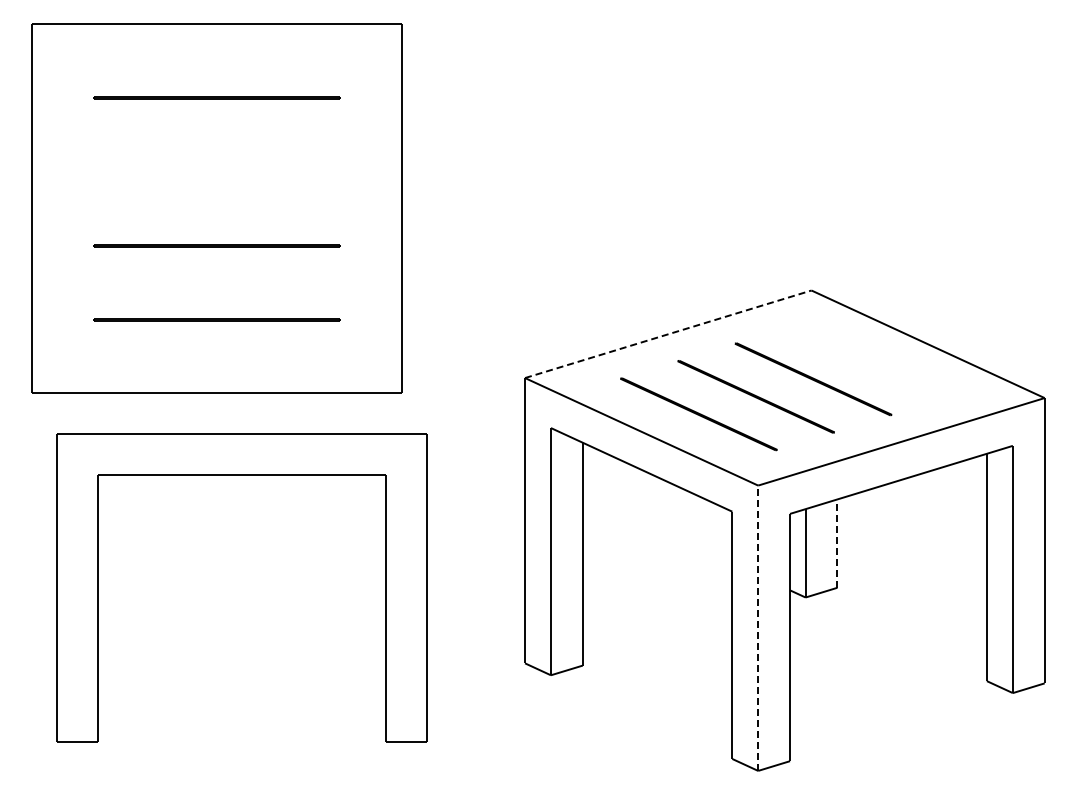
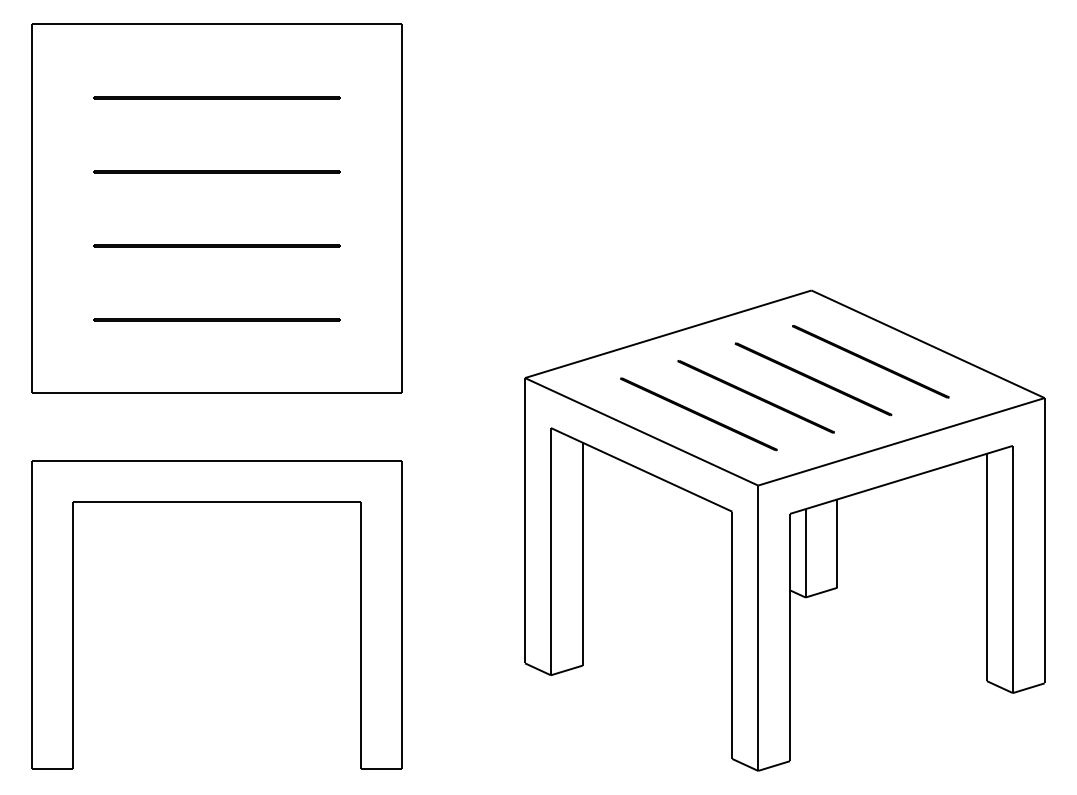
line at (216, 171): none -> present
line at (668, 334): dashed -> solid
line at (870, 361): none -> present
part at (241, 475) position: (241, 475) -> (216, 502)
line at (837, 543): dashed -> solid
line at (758, 628): dashed -> solid
